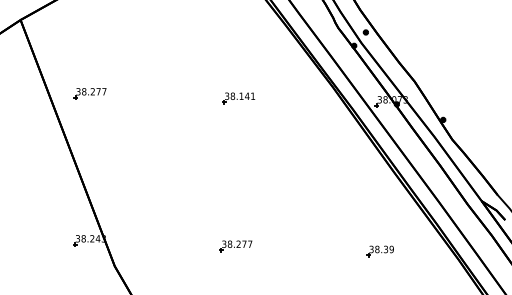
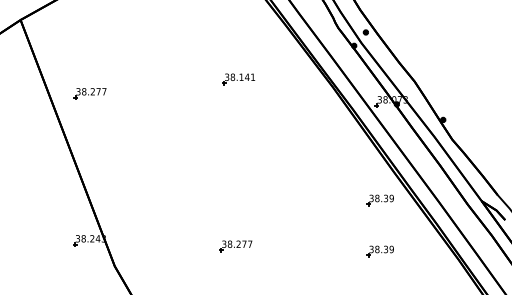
part at (238, 98) position: (238, 98) -> (238, 79)
part at (379, 200): none -> present
